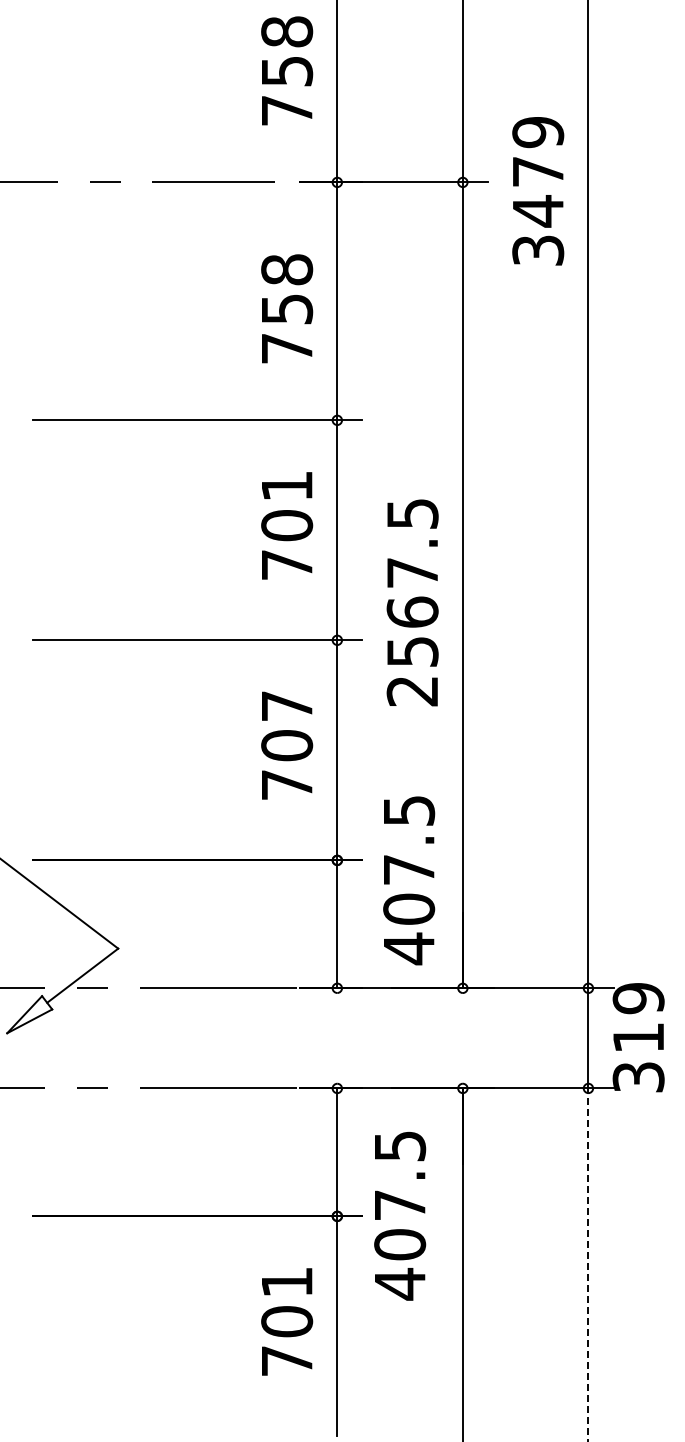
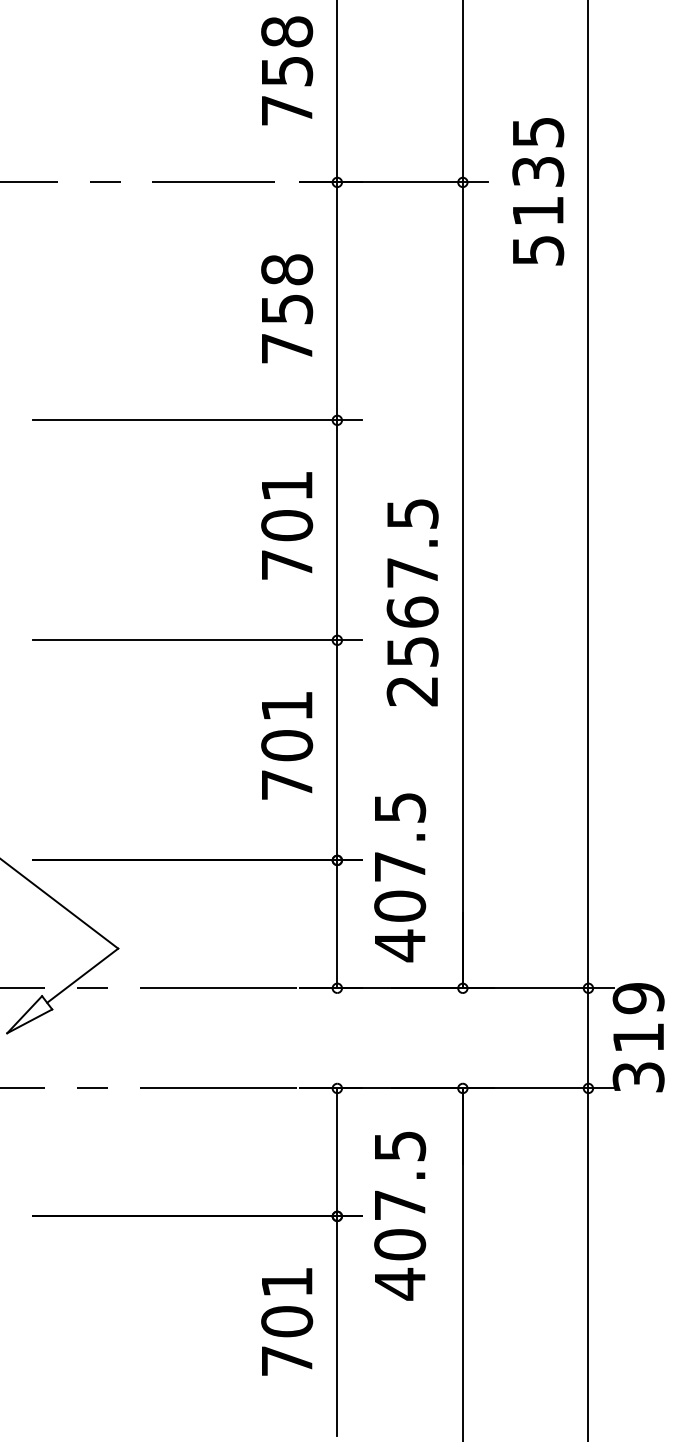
text at (538, 191): 3479 -> 5135
text at (287, 705): 707 -> 701
text at (409, 880) position: (409, 880) -> (400, 877)
line at (588, 1264): dashed -> solid
